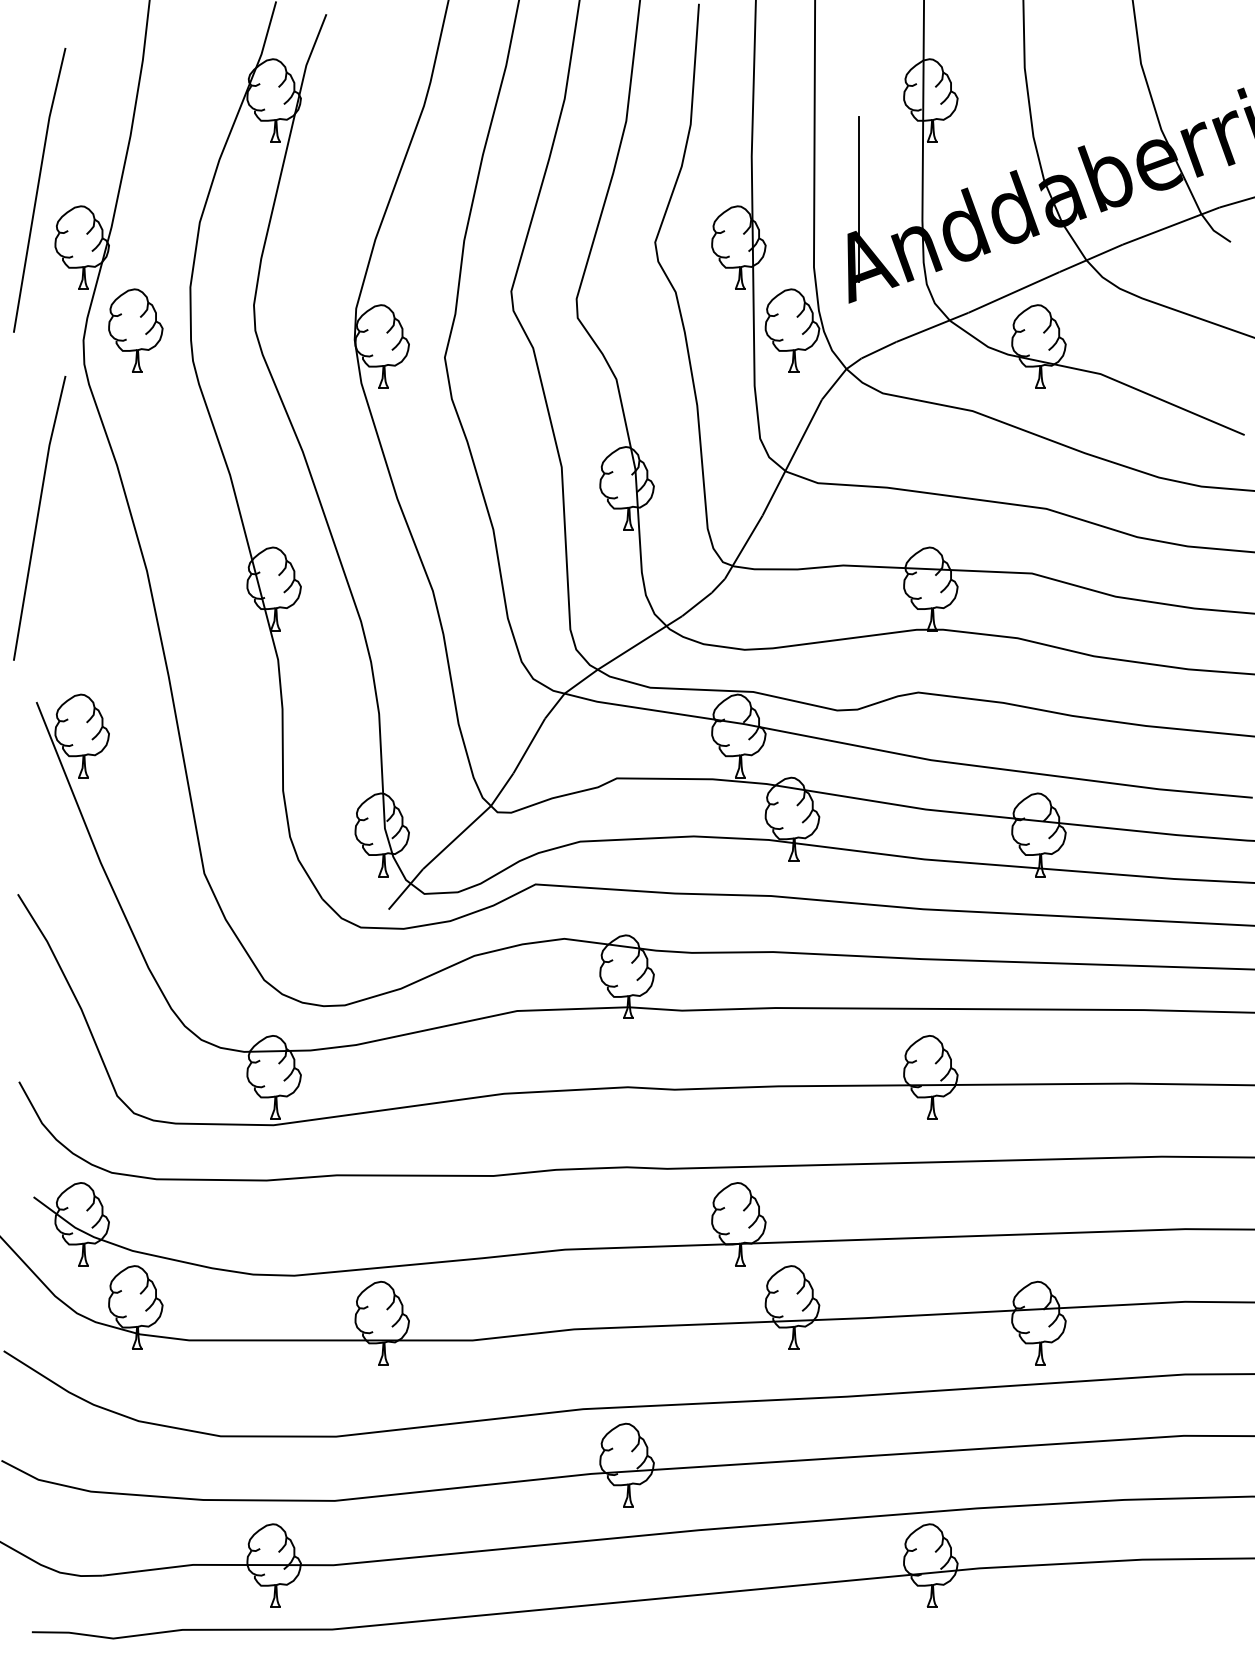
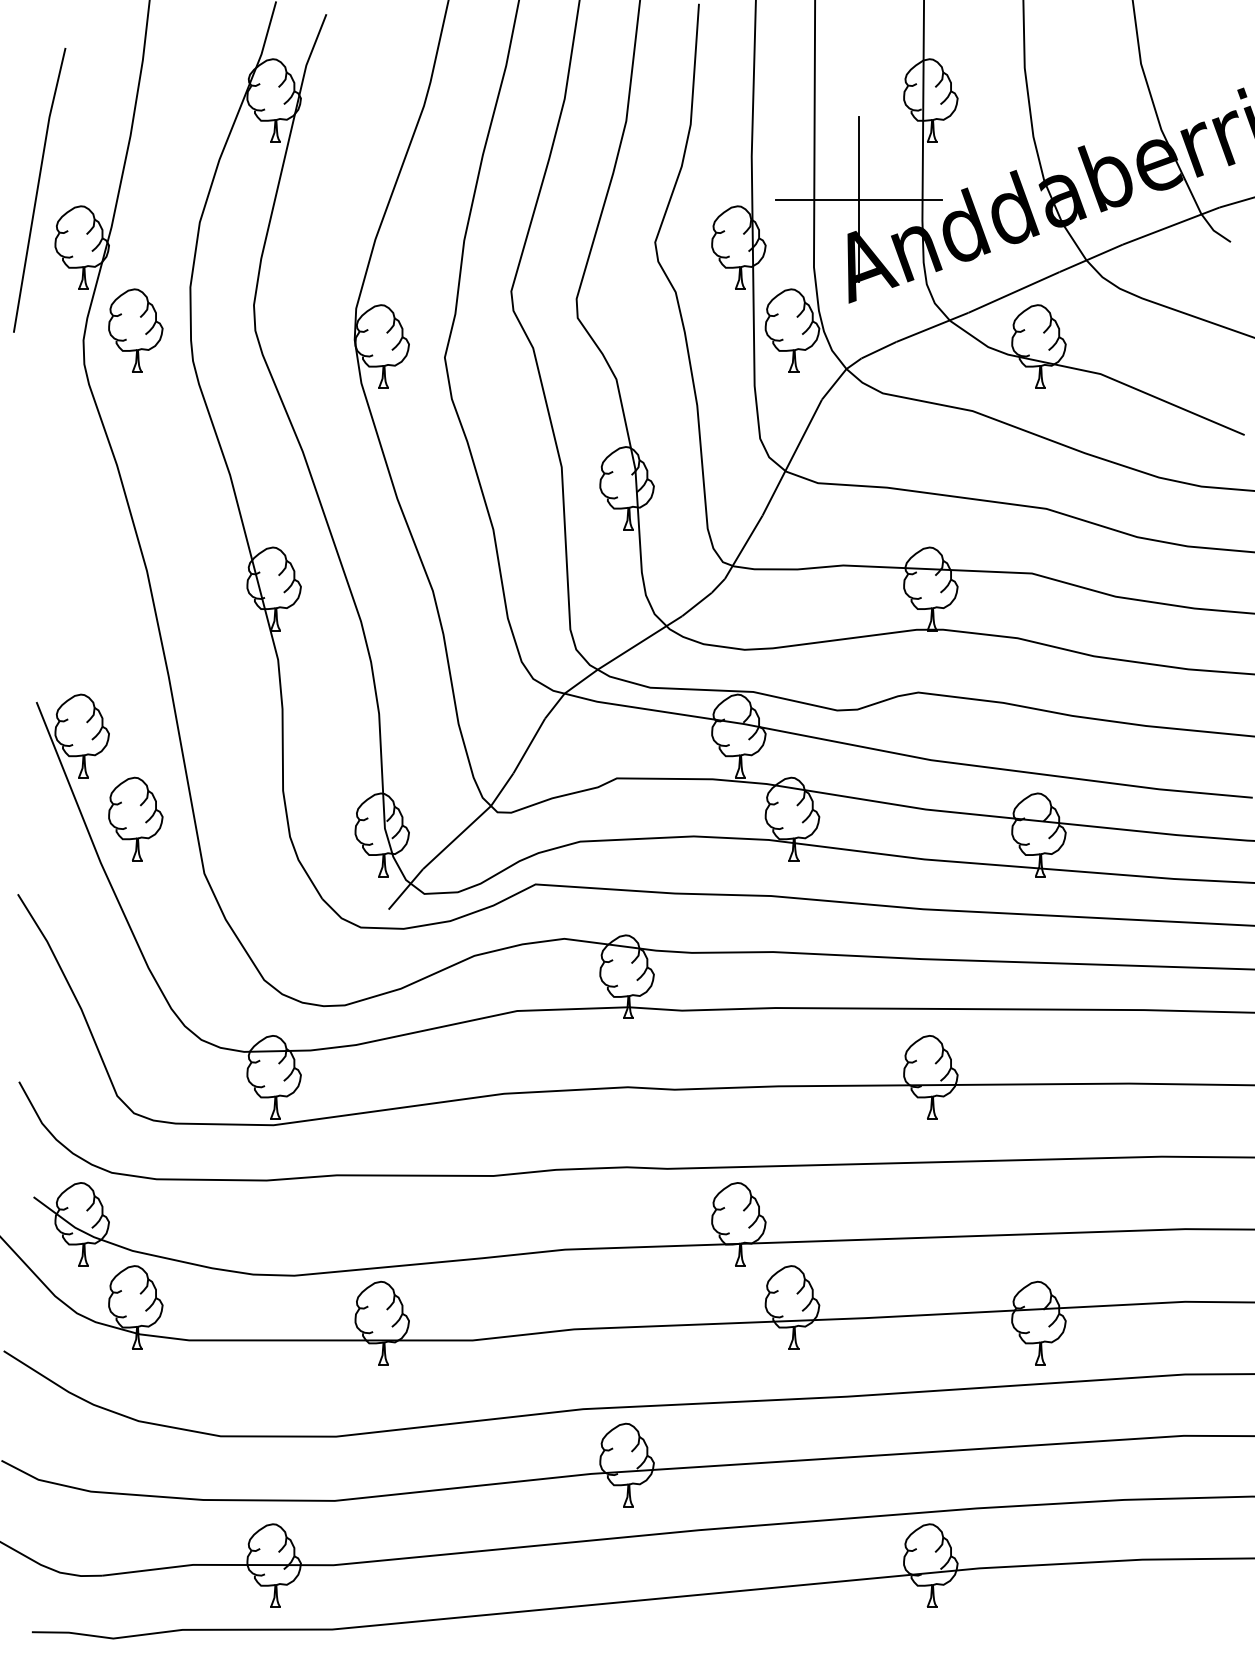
line at (858, 199): none -> present
line at (38, 518): present -> none
part at (135, 818): none -> present
